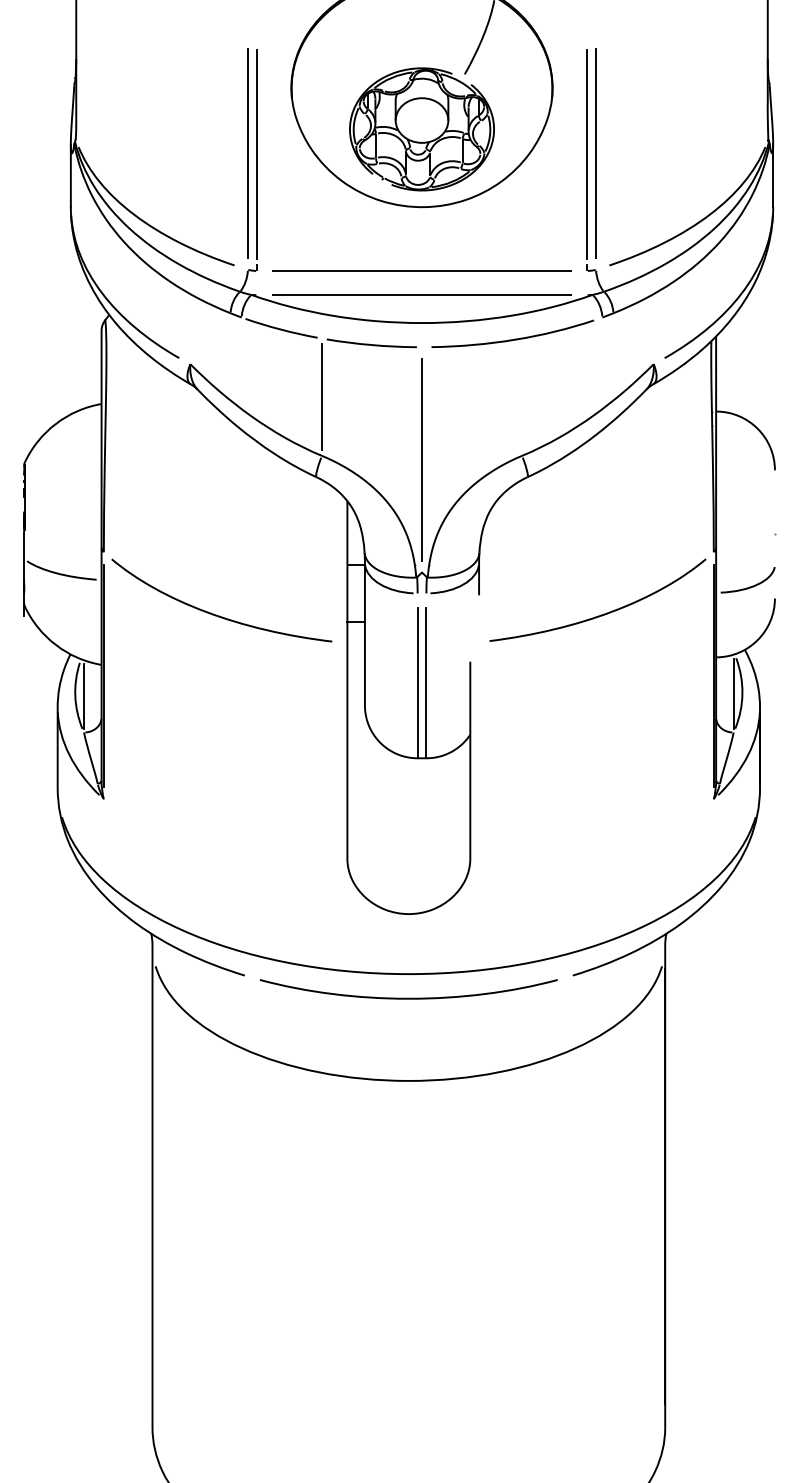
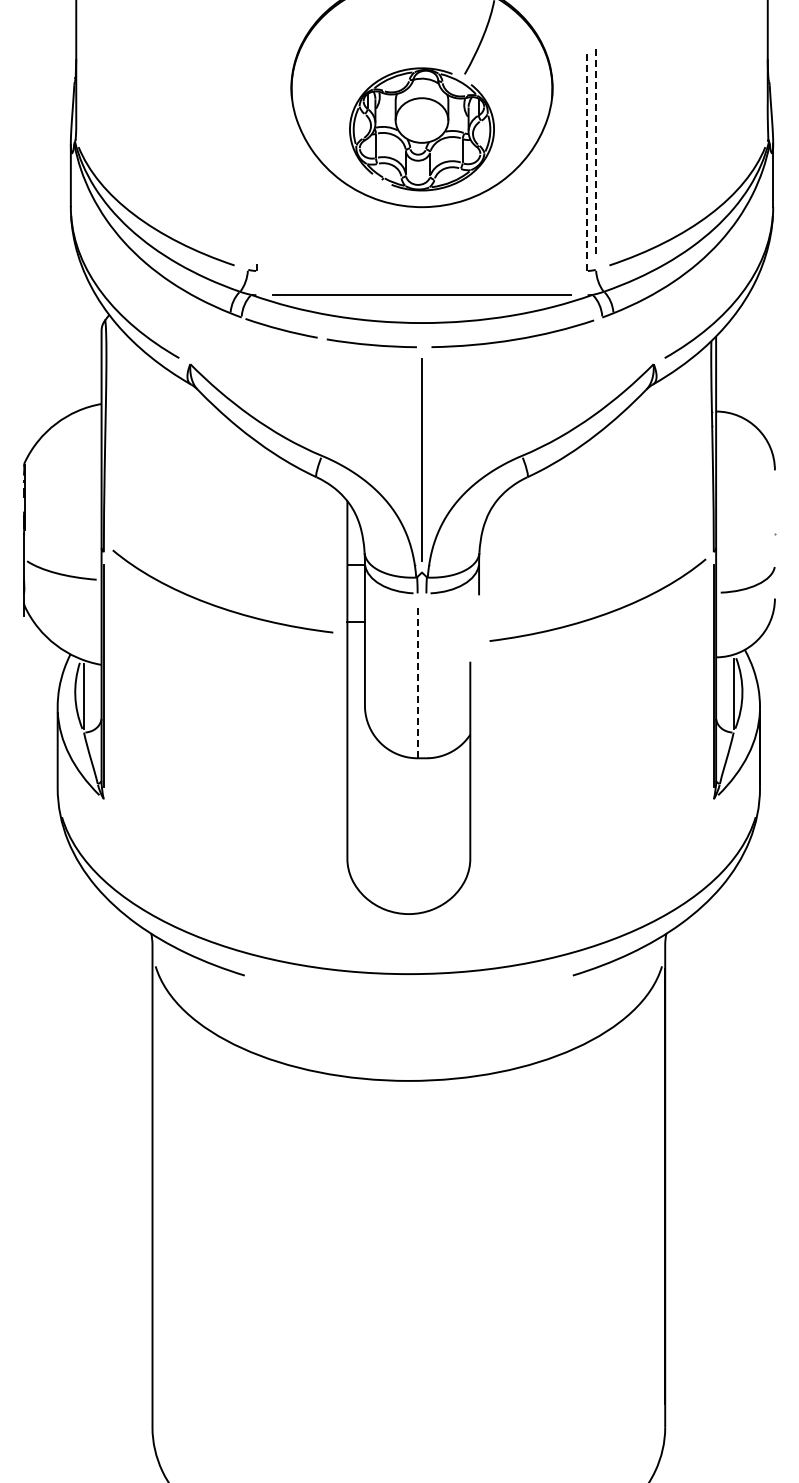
line at (247, 153): present -> none
line at (596, 153): solid -> dashed
line at (256, 154): present -> none
line at (587, 154): solid -> dashed
line at (421, 270): present -> none
line at (321, 396): present -> none
curve at (216, 614) position: (216, 614) -> (217, 605)
line at (426, 682): present -> none
line at (417, 683): solid -> dashed
curve at (408, 997): present -> none
